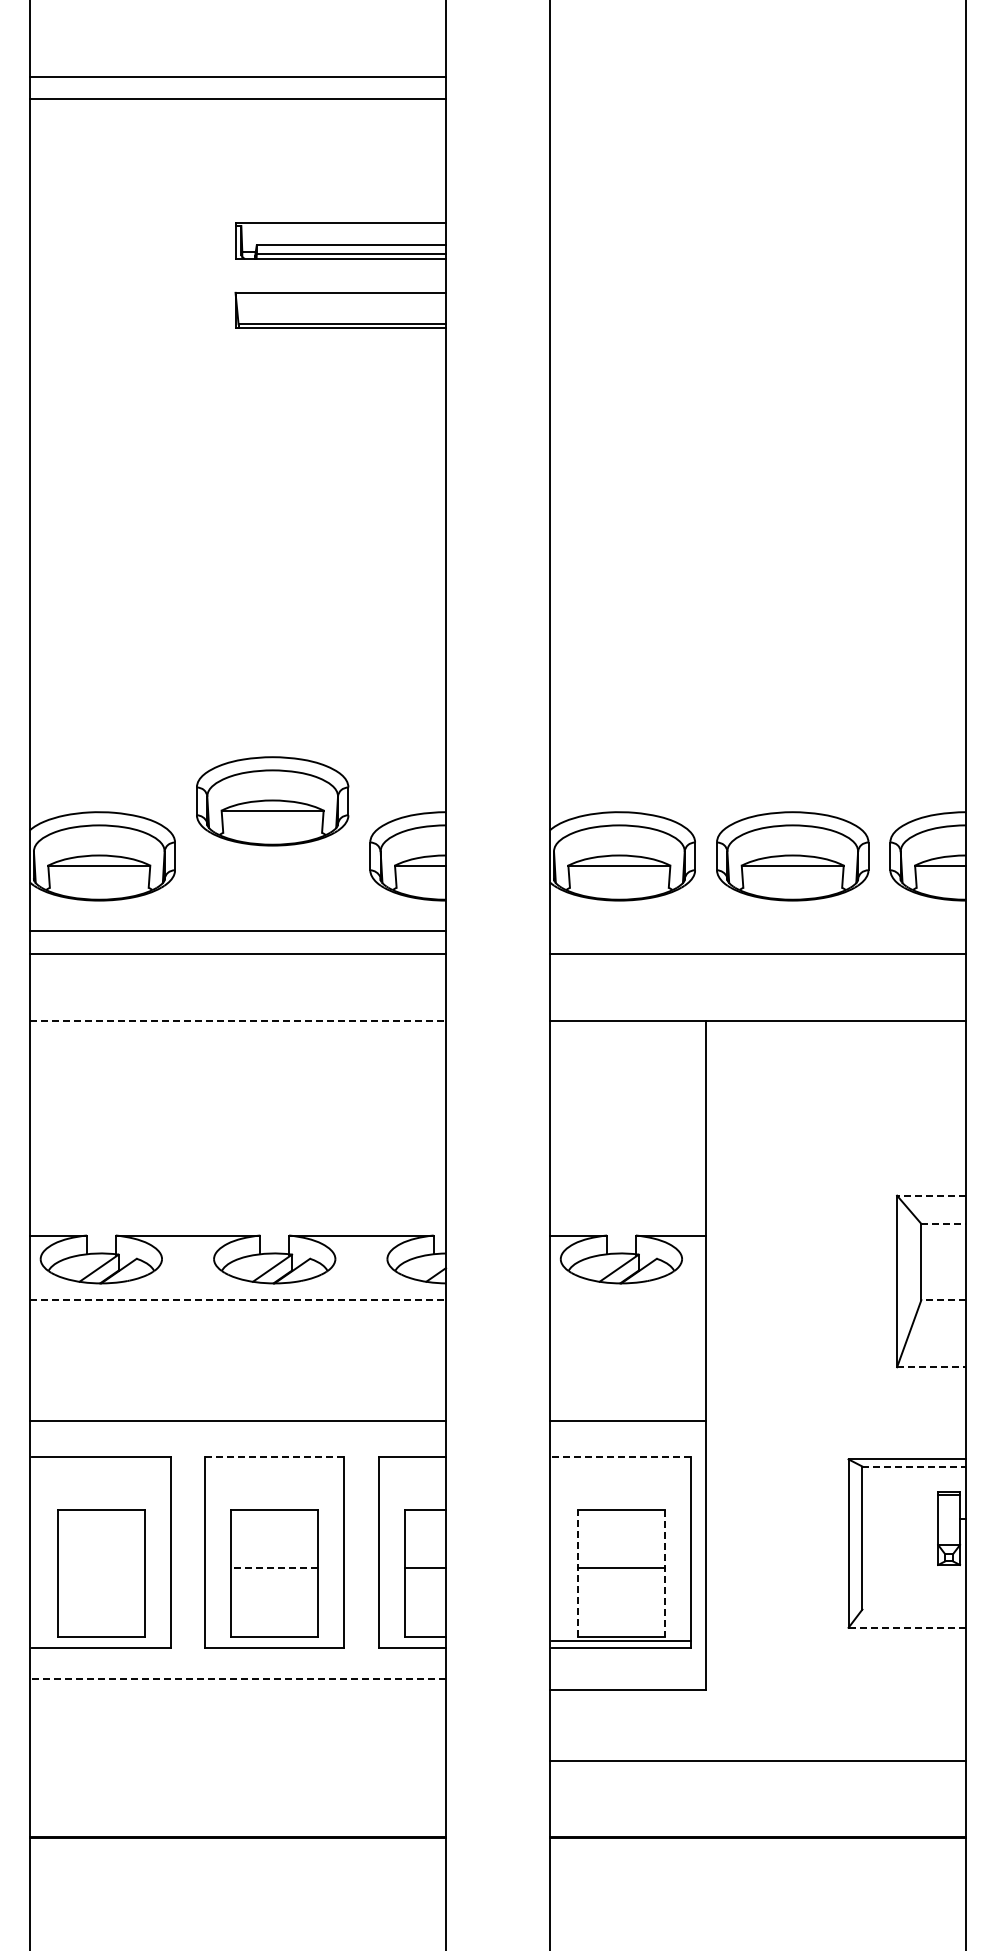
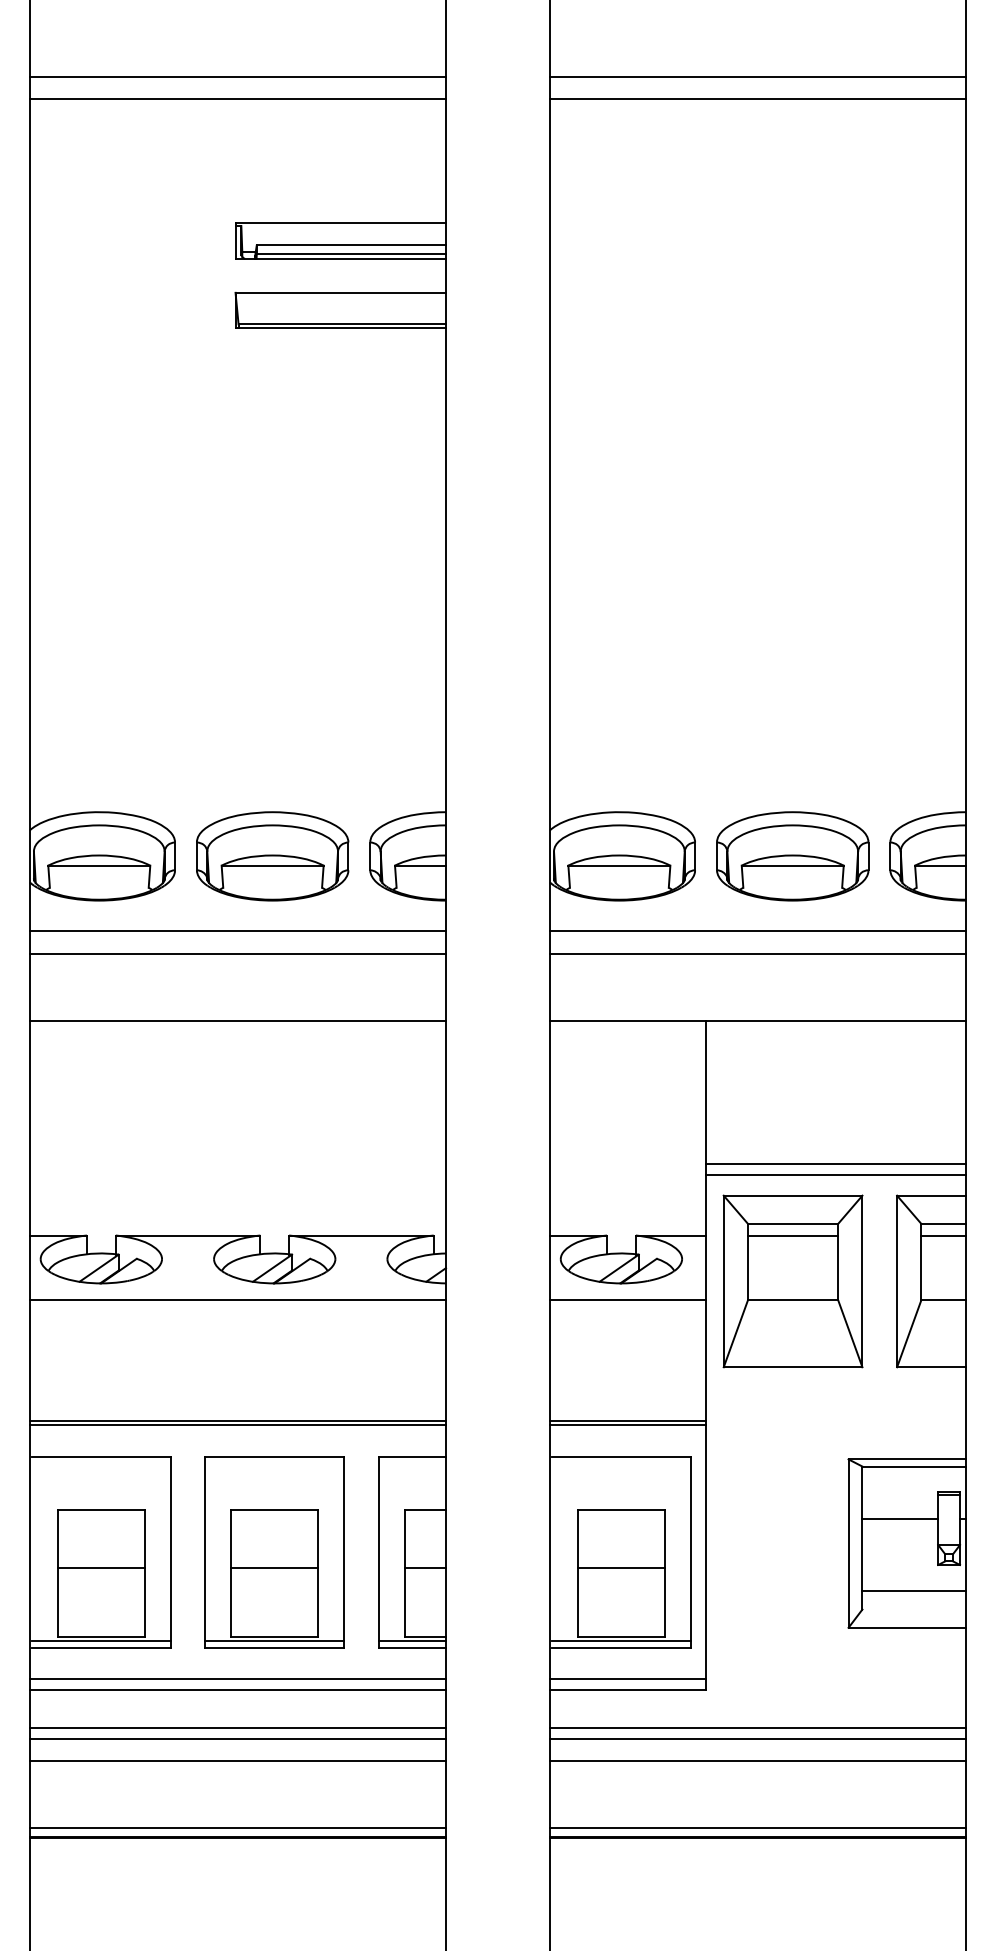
line at (758, 77): none -> present
line at (758, 99): none -> present
part at (272, 801) position: (272, 801) -> (272, 856)
line at (758, 931): none -> present
line at (238, 1020): dashed -> solid
line at (836, 1163): none -> present
line at (836, 1175): none -> present
line at (931, 1195): dashed -> solid
line at (944, 1223): dashed -> solid
line at (943, 1236): none -> present
part at (792, 1281): none -> present
line at (238, 1300): dashed -> solid
line at (628, 1300): none -> present
line at (943, 1300): dashed -> solid
line at (932, 1367): dashed -> solid
line at (237, 1425): none -> present
line at (628, 1425): none -> present
line at (275, 1456): dashed -> solid
line at (621, 1456): dashed -> solid
line at (914, 1466): dashed -> solid
line at (900, 1519): none -> present
line at (101, 1568): none -> present
line at (274, 1568): dashed -> solid
line at (578, 1573): dashed -> solid
line at (664, 1573): dashed -> solid
line at (914, 1591): none -> present
line at (907, 1627): dashed -> solid
line at (101, 1640): none -> present
line at (274, 1640): none -> present
line at (412, 1640): none -> present
line at (237, 1679): dashed -> solid
line at (628, 1679): none -> present
line at (237, 1689): none -> present
line at (237, 1727): none -> present
line at (758, 1727): none -> present
line at (237, 1738): none -> present
line at (758, 1738): none -> present
line at (237, 1761): none -> present
line at (237, 1827): none -> present
line at (758, 1827): none -> present
